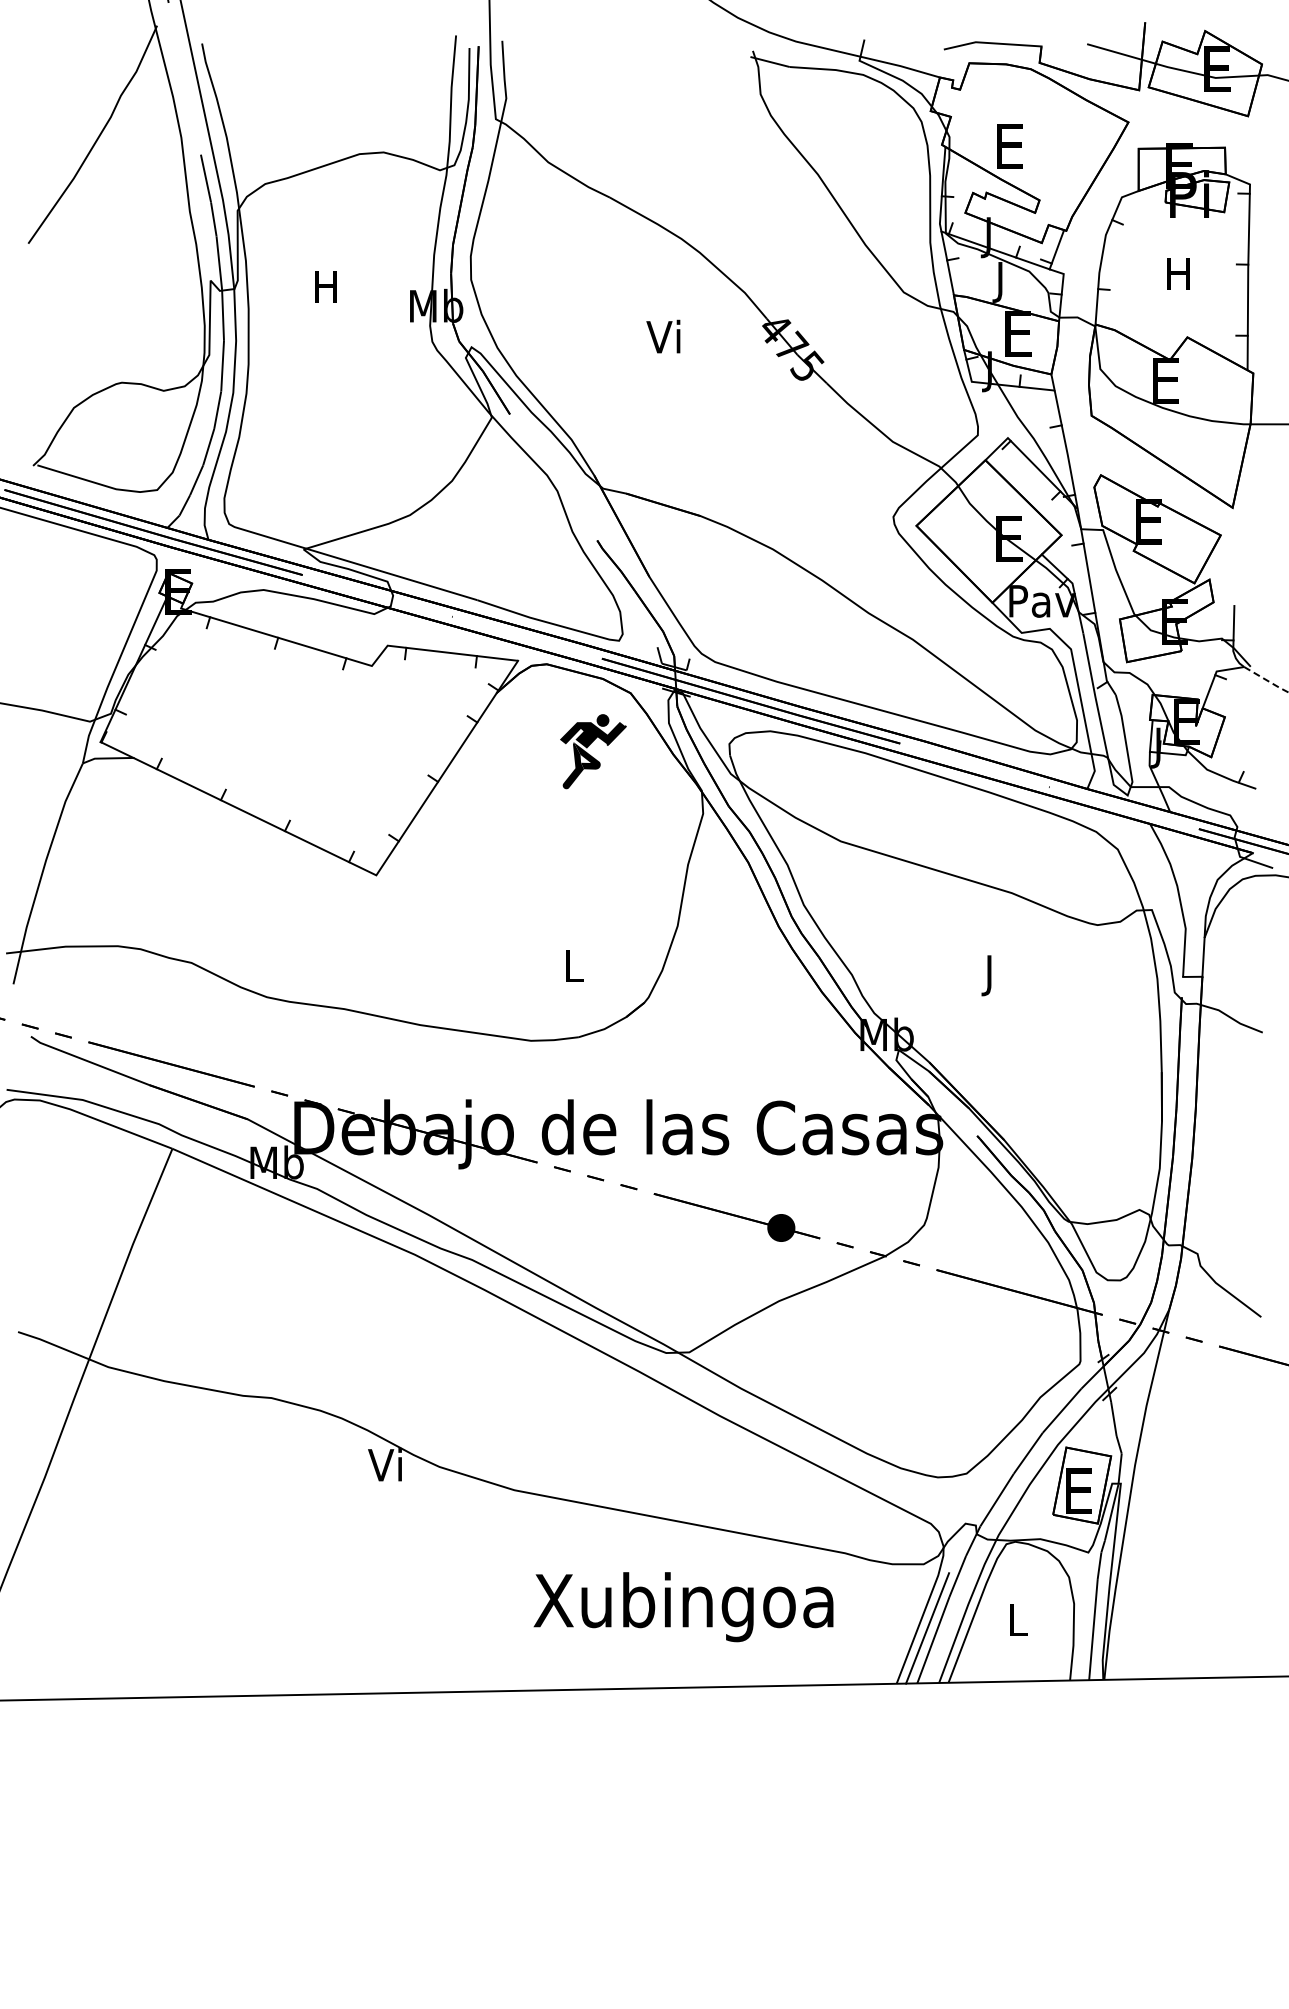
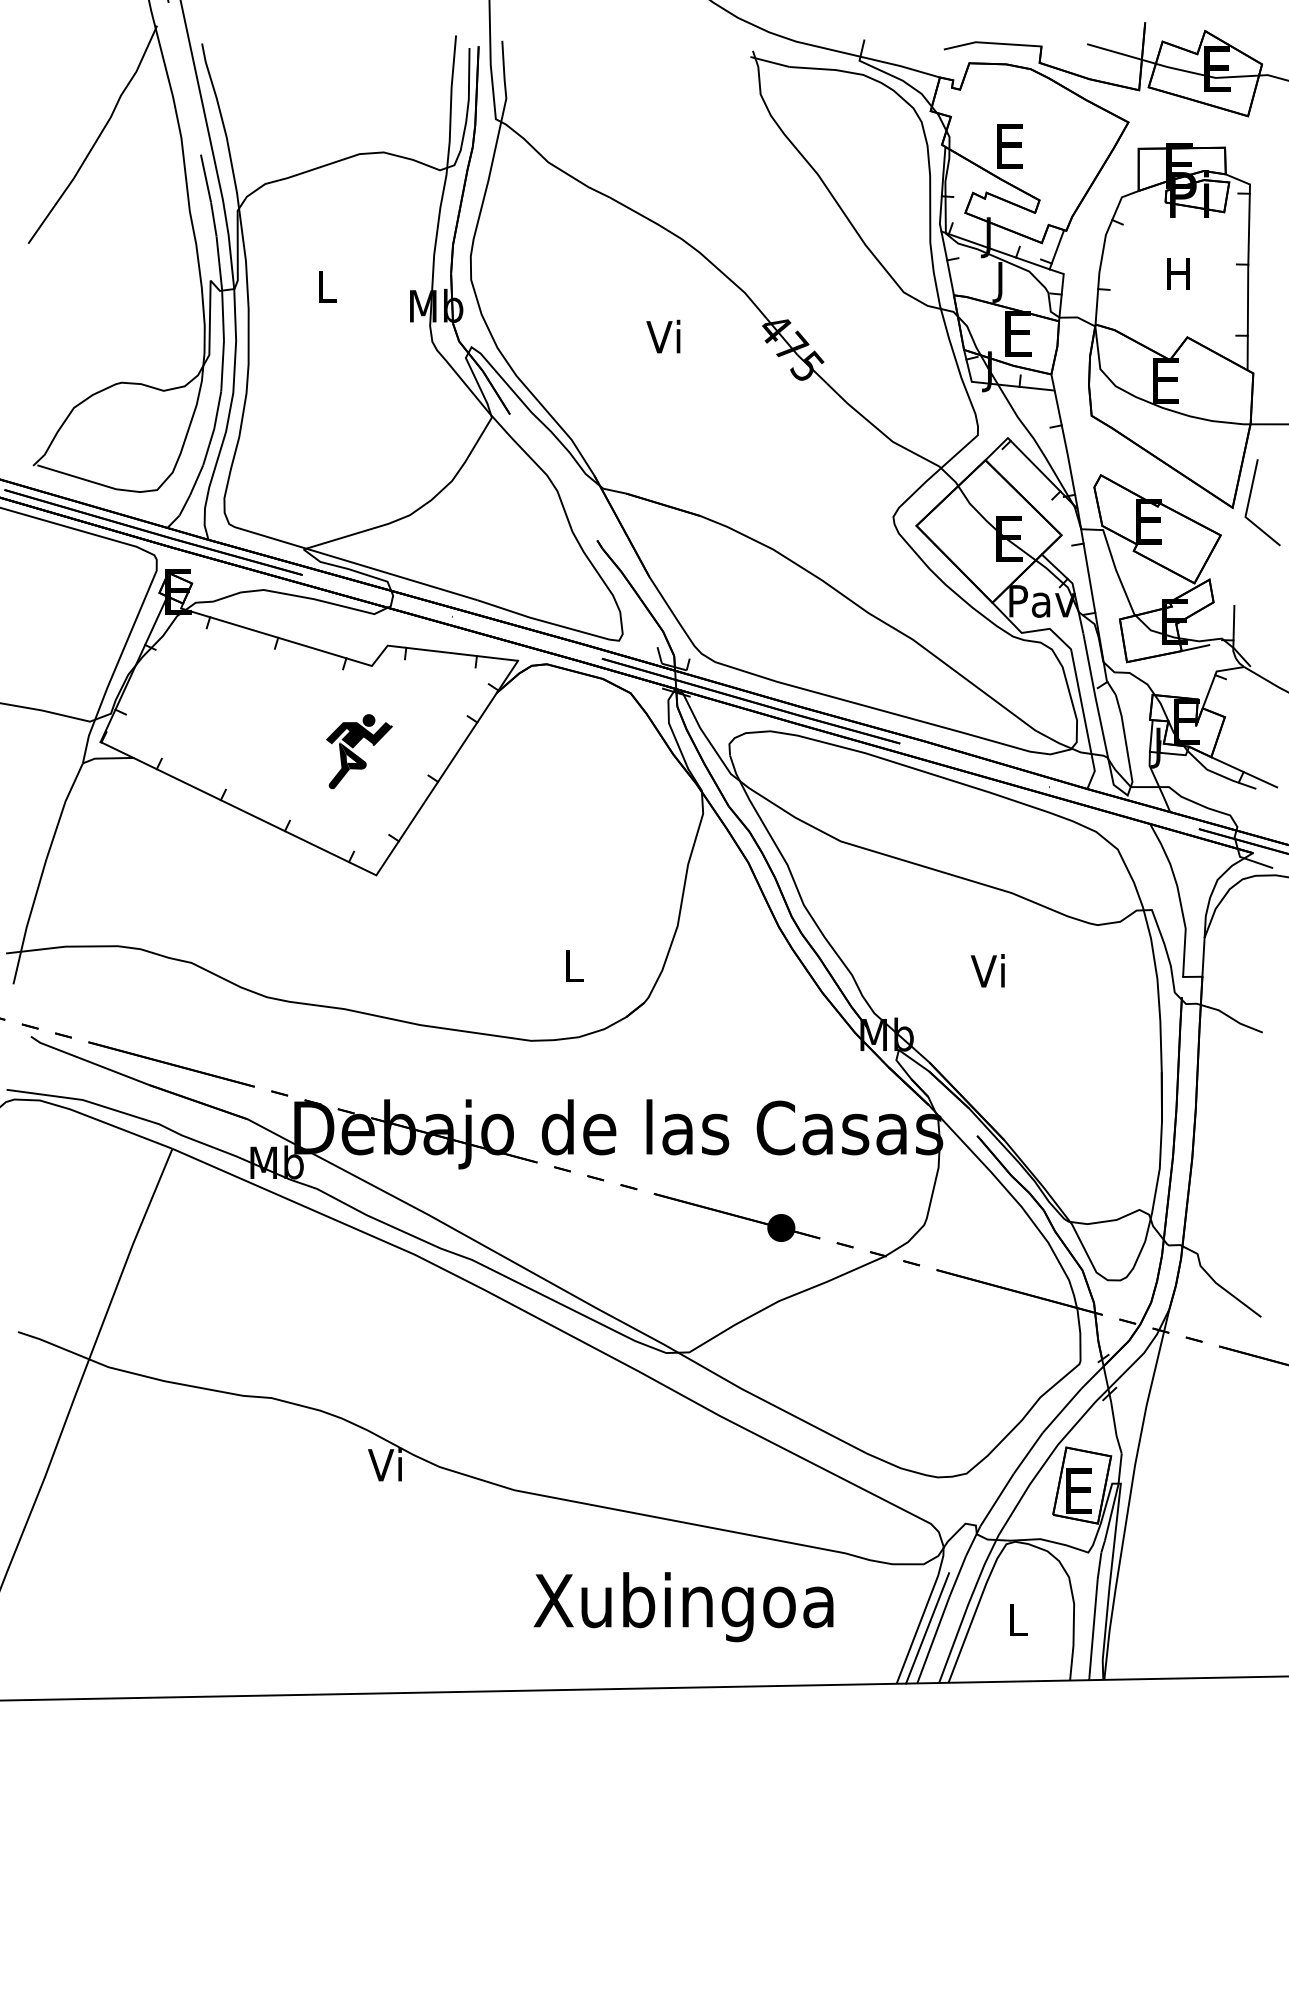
text at (325, 286): H -> L
line at (1250, 499): none -> present
line at (1195, 648): none -> present
line at (1267, 680): dashed -> solid
part at (593, 751) position: (593, 751) -> (359, 751)
line at (1244, 772): none -> present
text at (987, 975): J -> Vi
